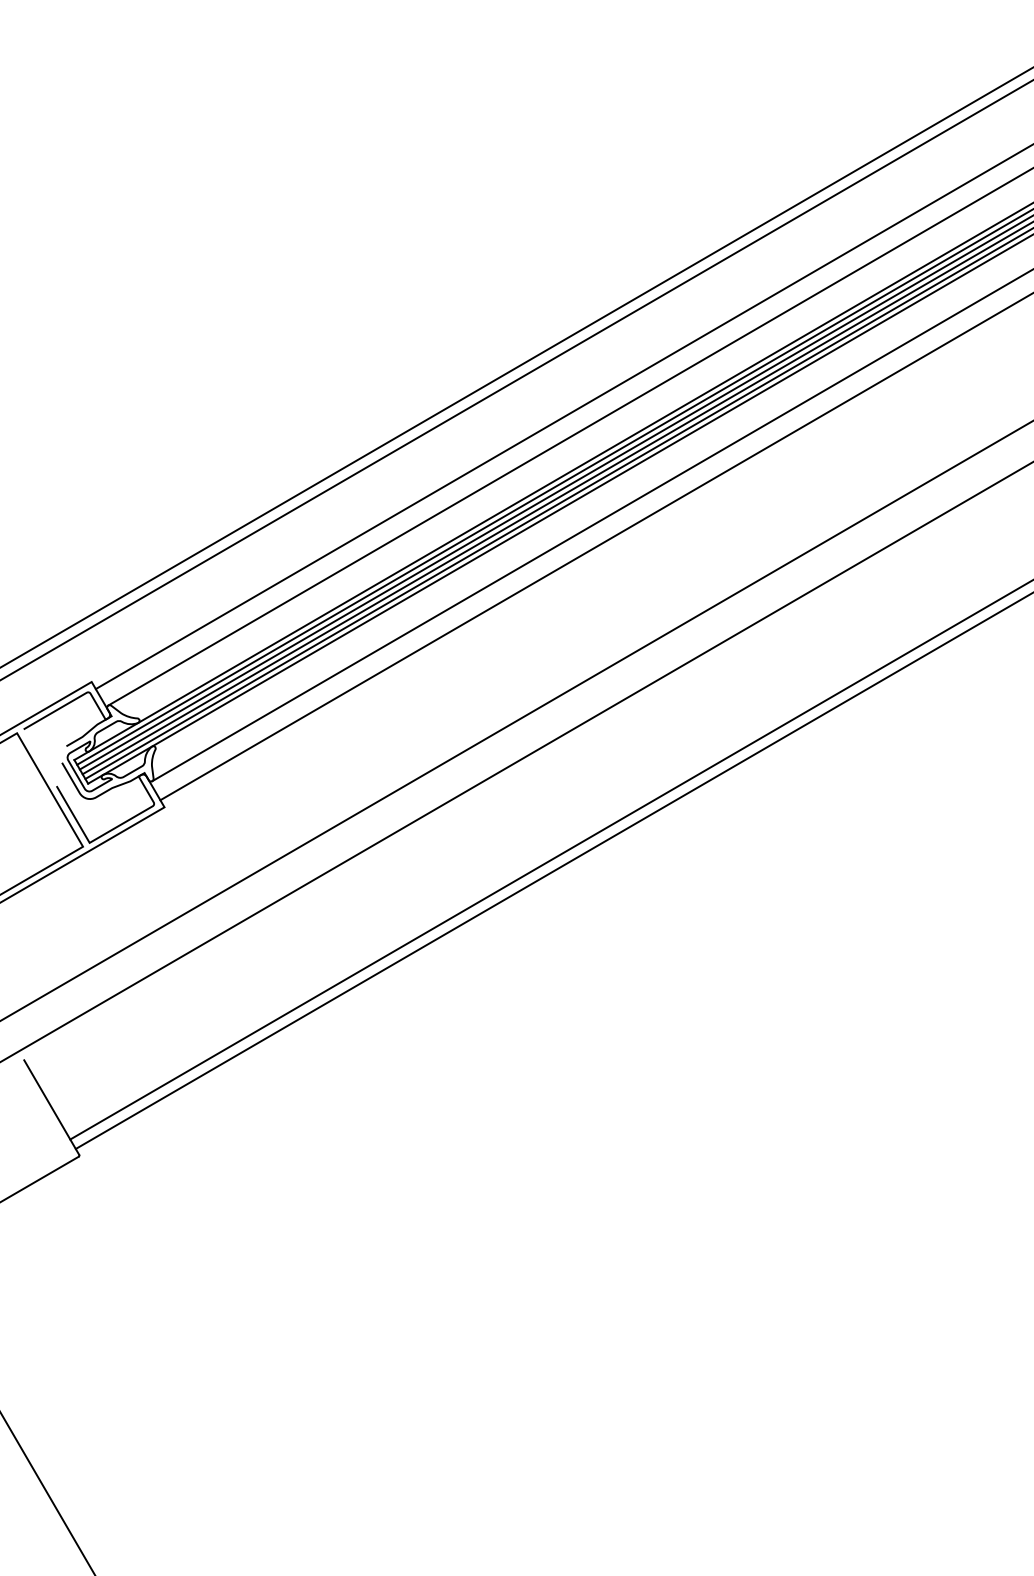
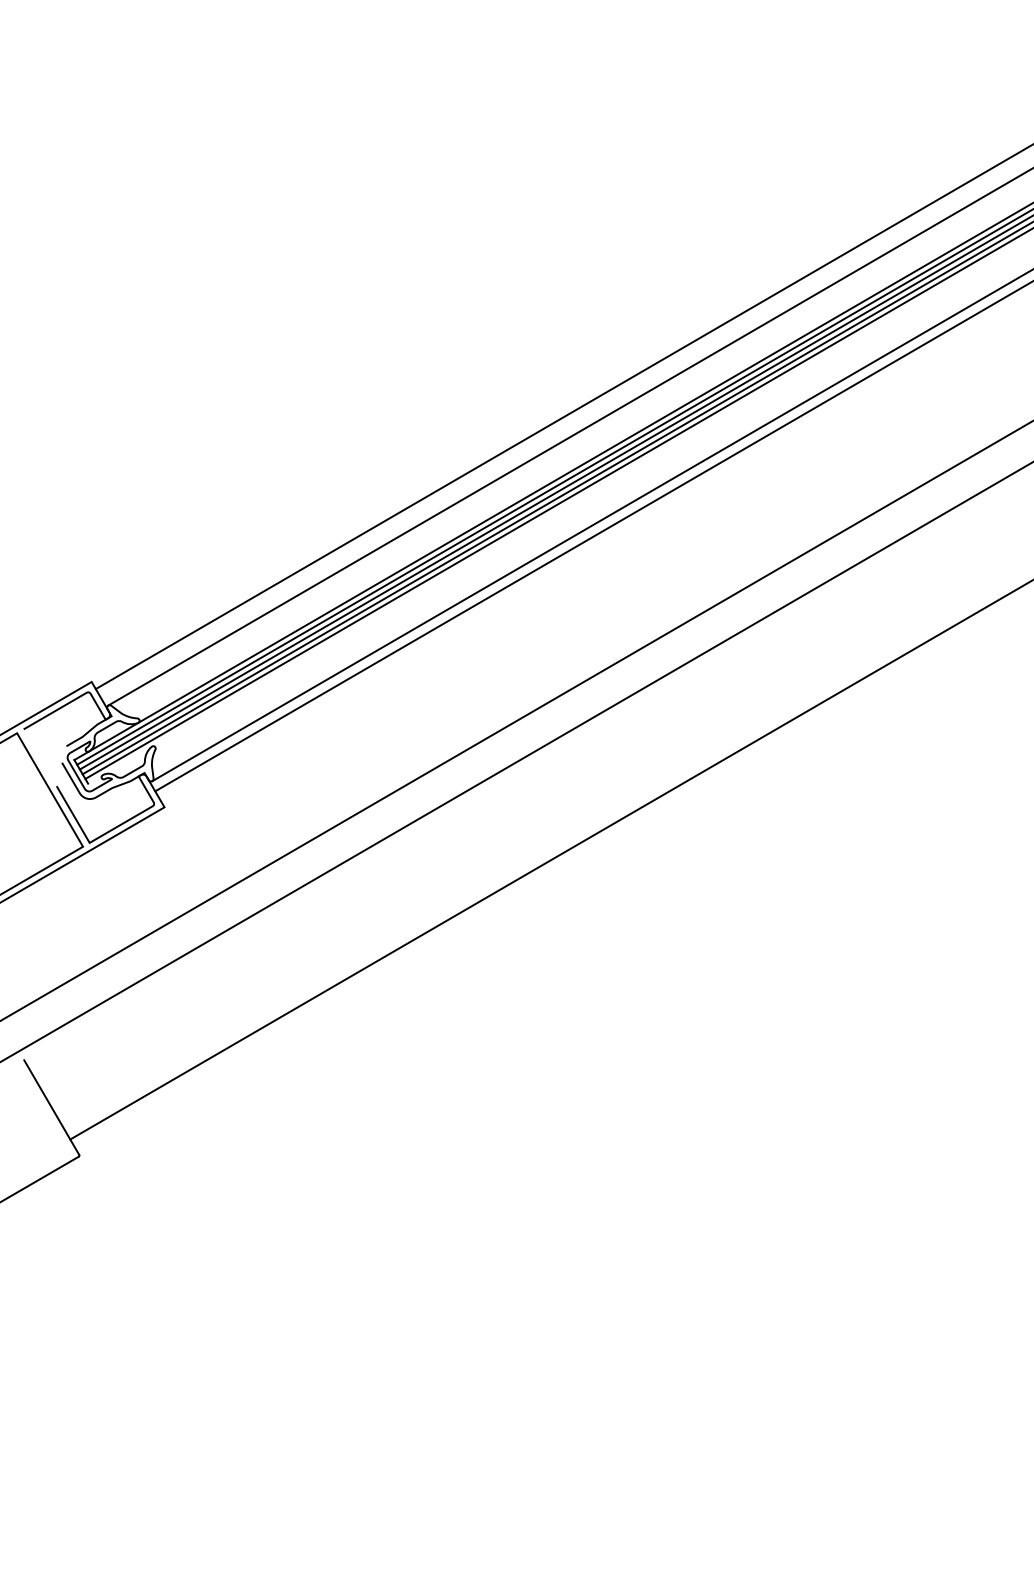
line at (516, 367): present -> none
line at (516, 379): present -> none
line at (559, 509): present -> none
line at (595, 547) position: (595, 547) -> (592, 536)
line at (552, 871): present -> none
line at (47, 1493): present -> none
